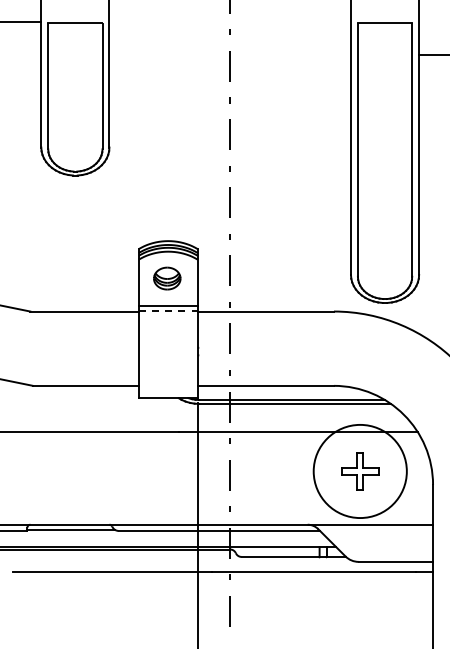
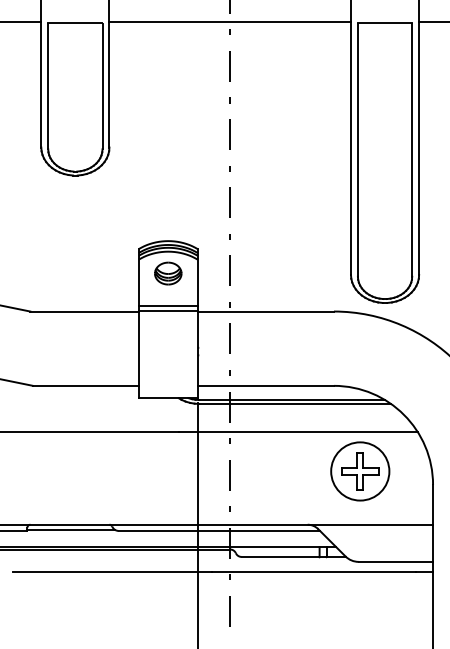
line at (229, 22): none -> present
line at (432, 55) position: (432, 55) -> (432, 22)
part at (167, 278) position: (167, 278) -> (168, 273)
line at (168, 310): dashed -> solid
circle at (359, 471) diameter: 93 px -> 58 px
